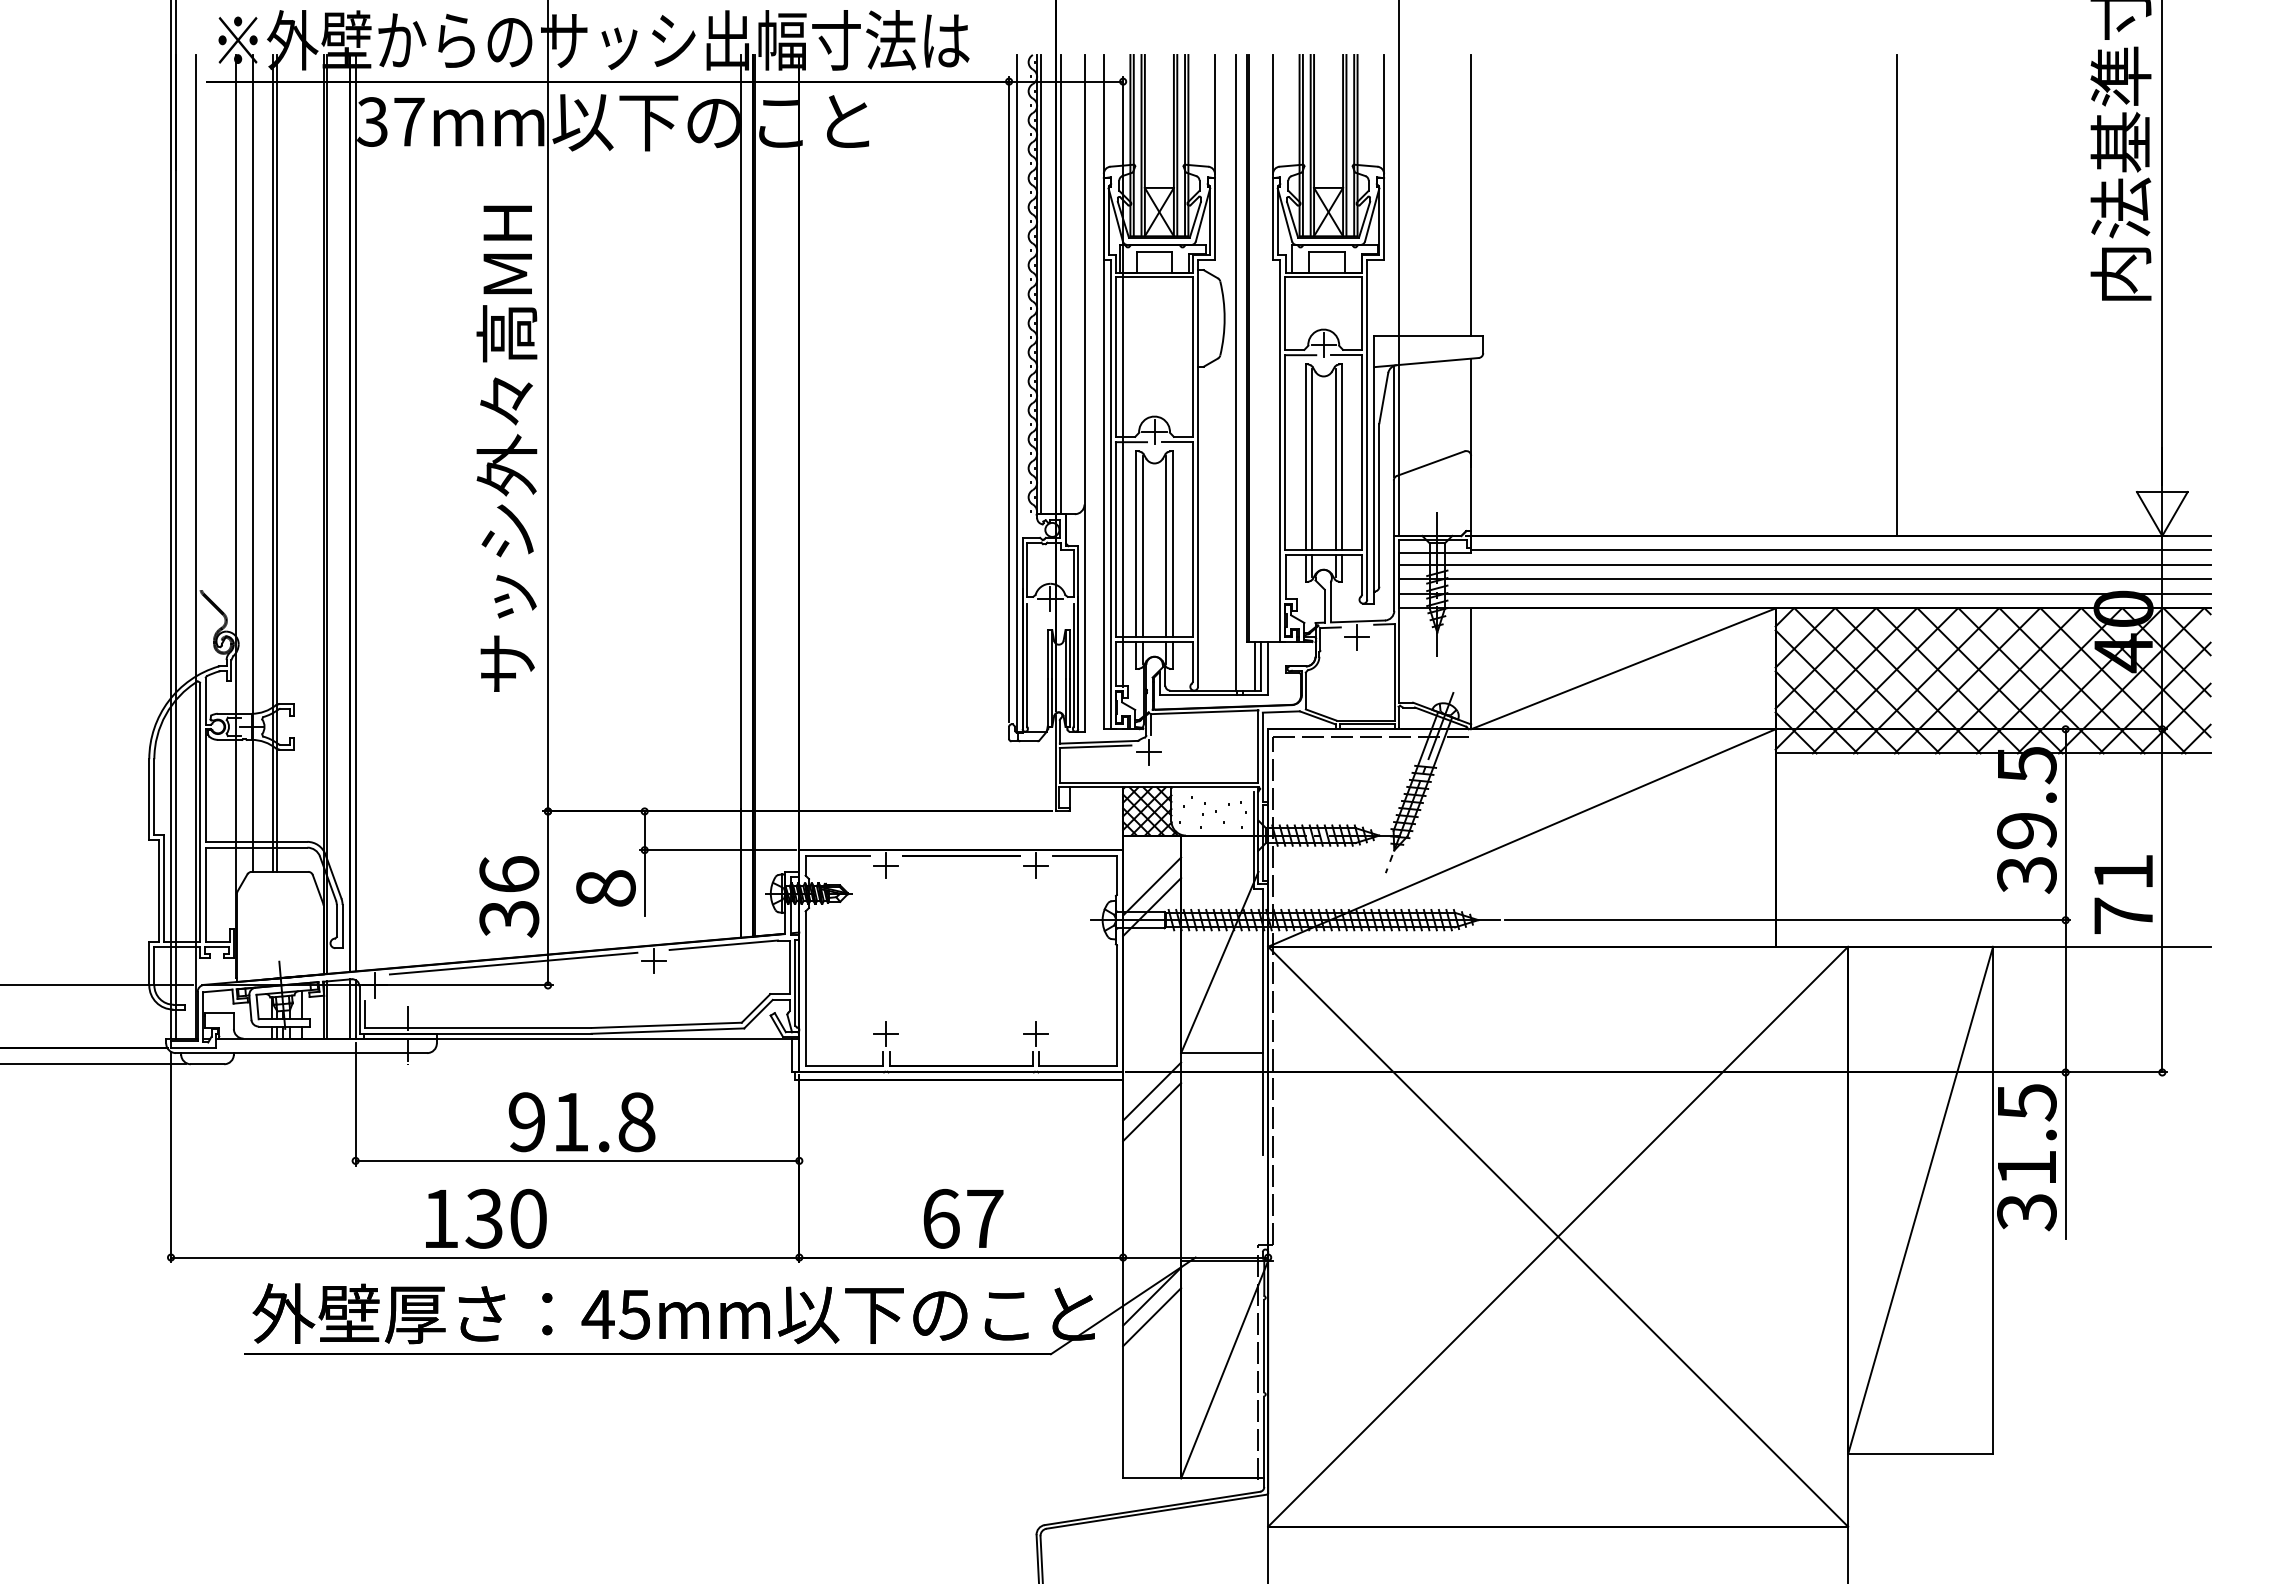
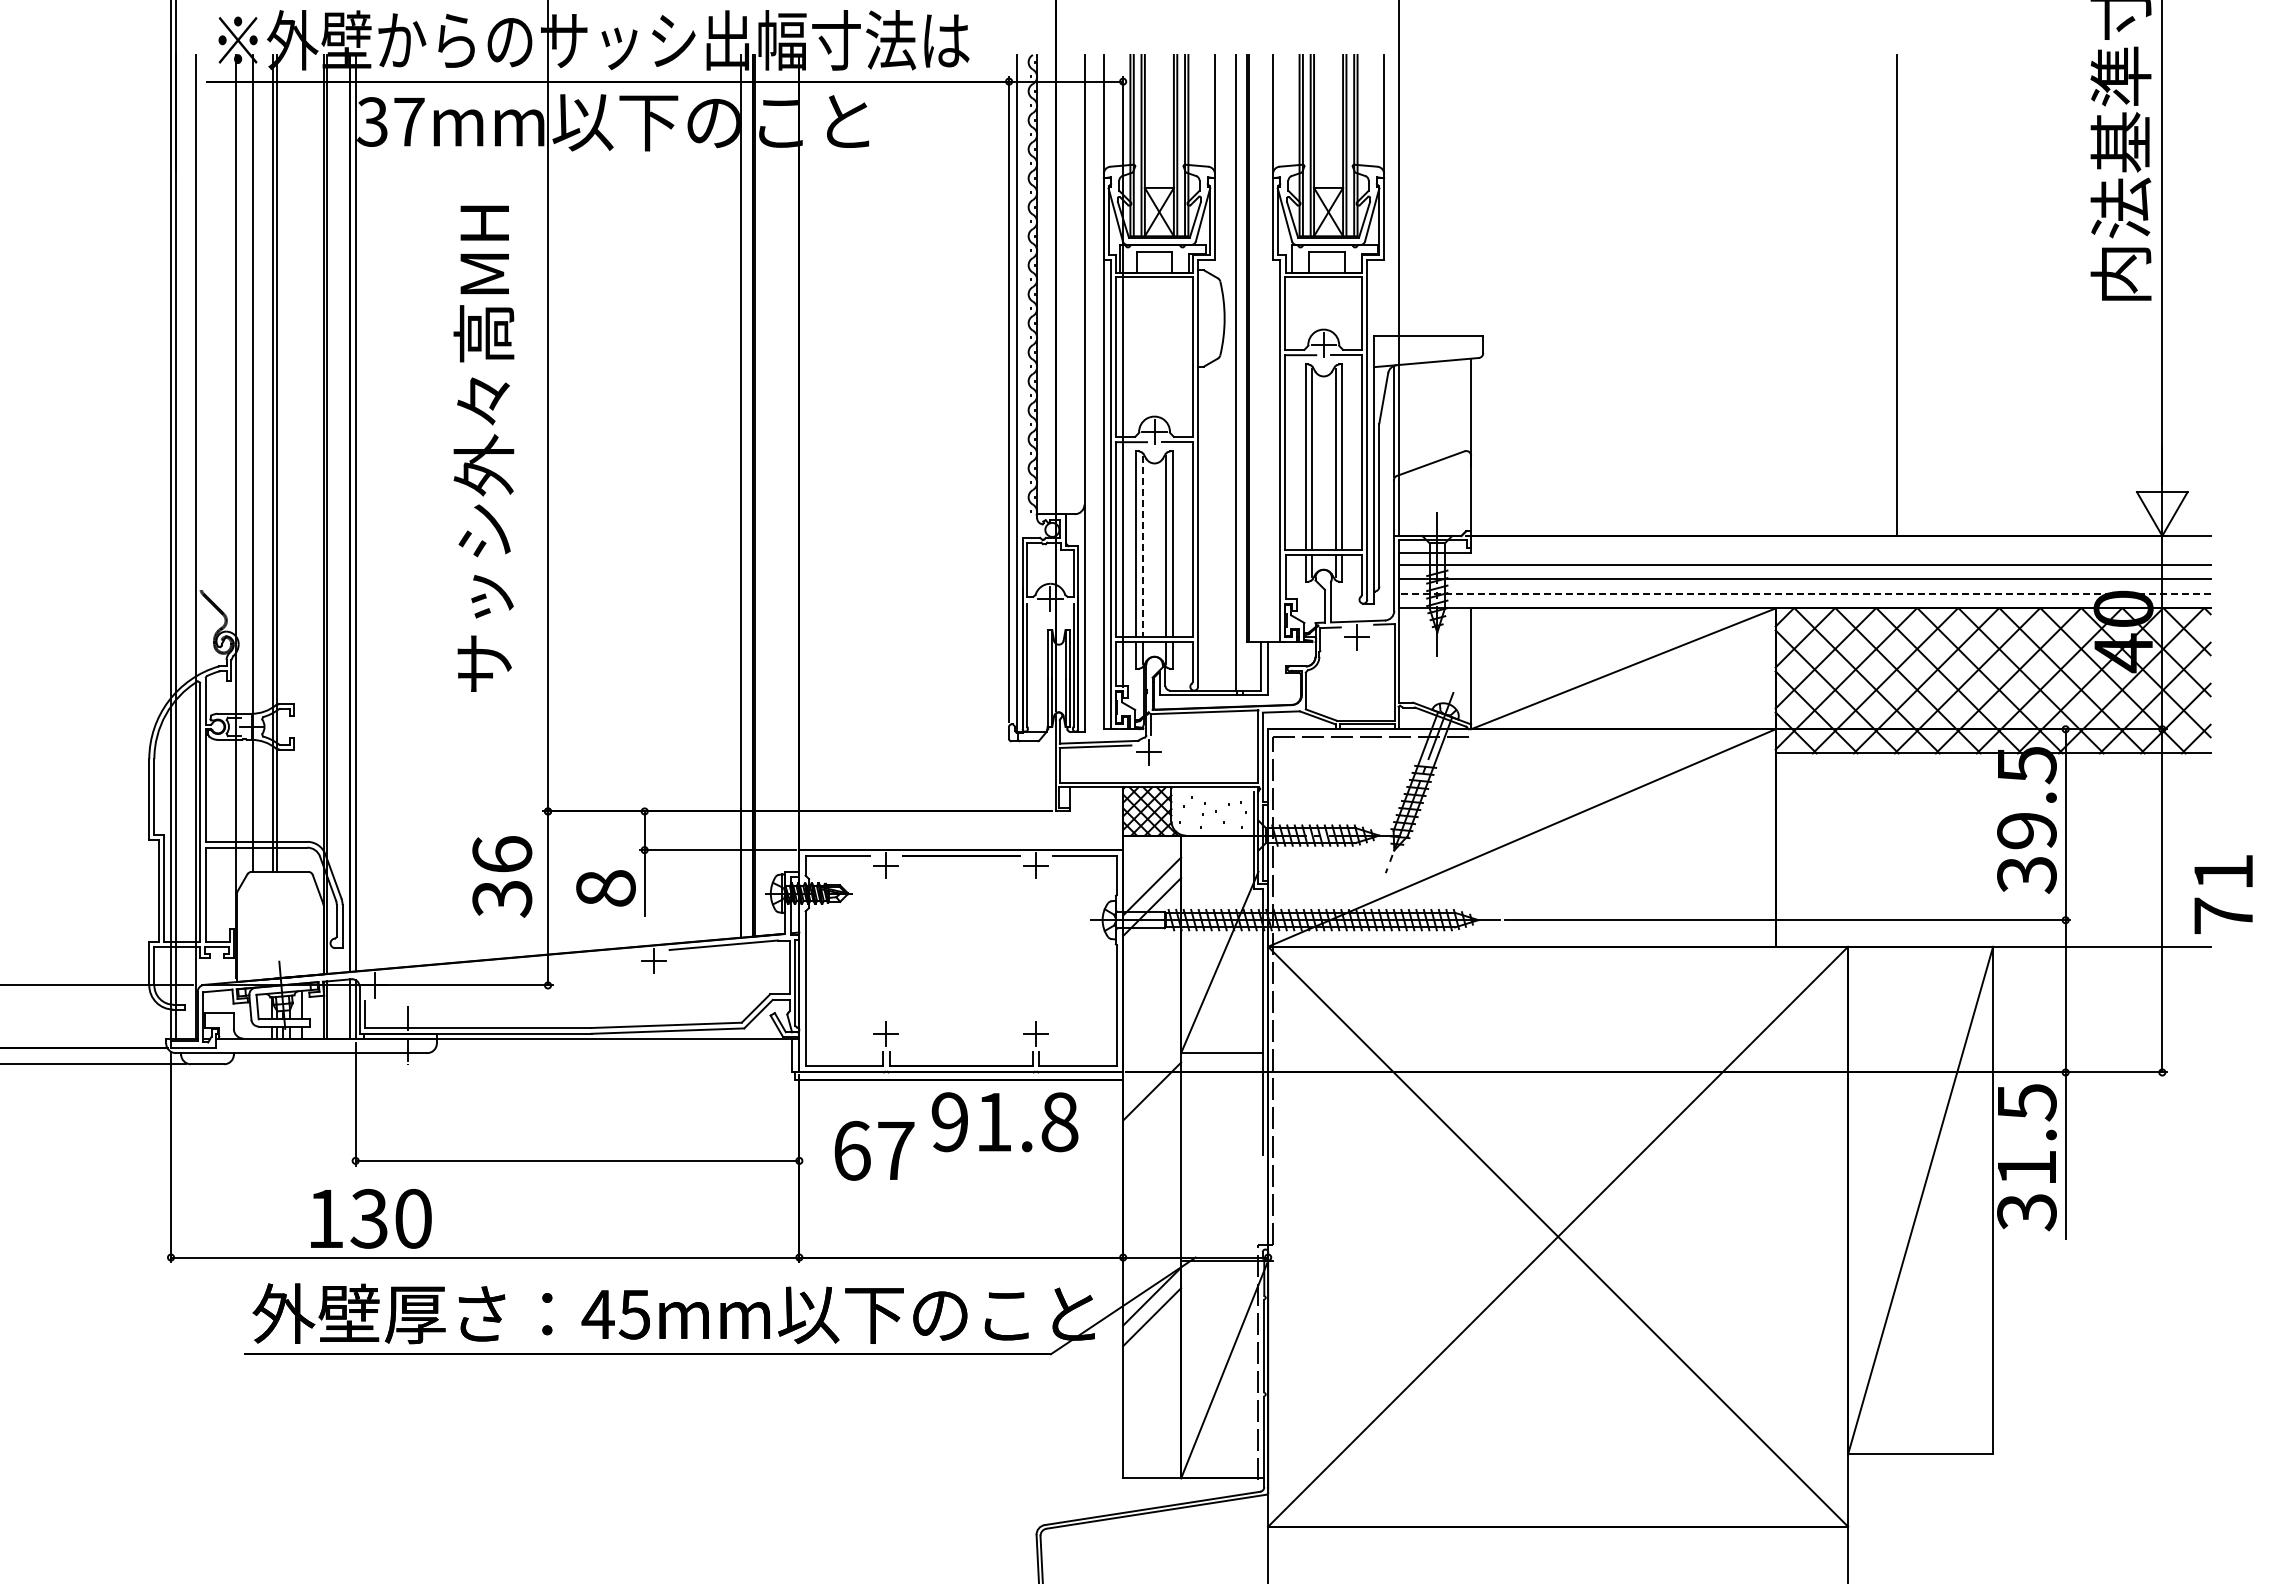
line at (1471, 194): present -> none
line at (1041, 284): present -> none
line at (1061, 284): present -> none
text at (506, 448) position: (506, 448) -> (483, 448)
line at (1142, 546): solid -> dashed
line at (1840, 550): present -> none
line at (1804, 593): solid -> dashed
line at (1254, 666): present -> none
text at (2123, 894) position: (2123, 894) -> (2223, 894)
text at (509, 896) position: (509, 896) -> (502, 876)
line at (513, 963): present -> none
line at (1152, 1112): present -> none
text at (581, 1122) position: (581, 1122) -> (1004, 1122)
text at (486, 1218) position: (486, 1218) -> (371, 1218)
text at (963, 1218) position: (963, 1218) -> (874, 1150)
